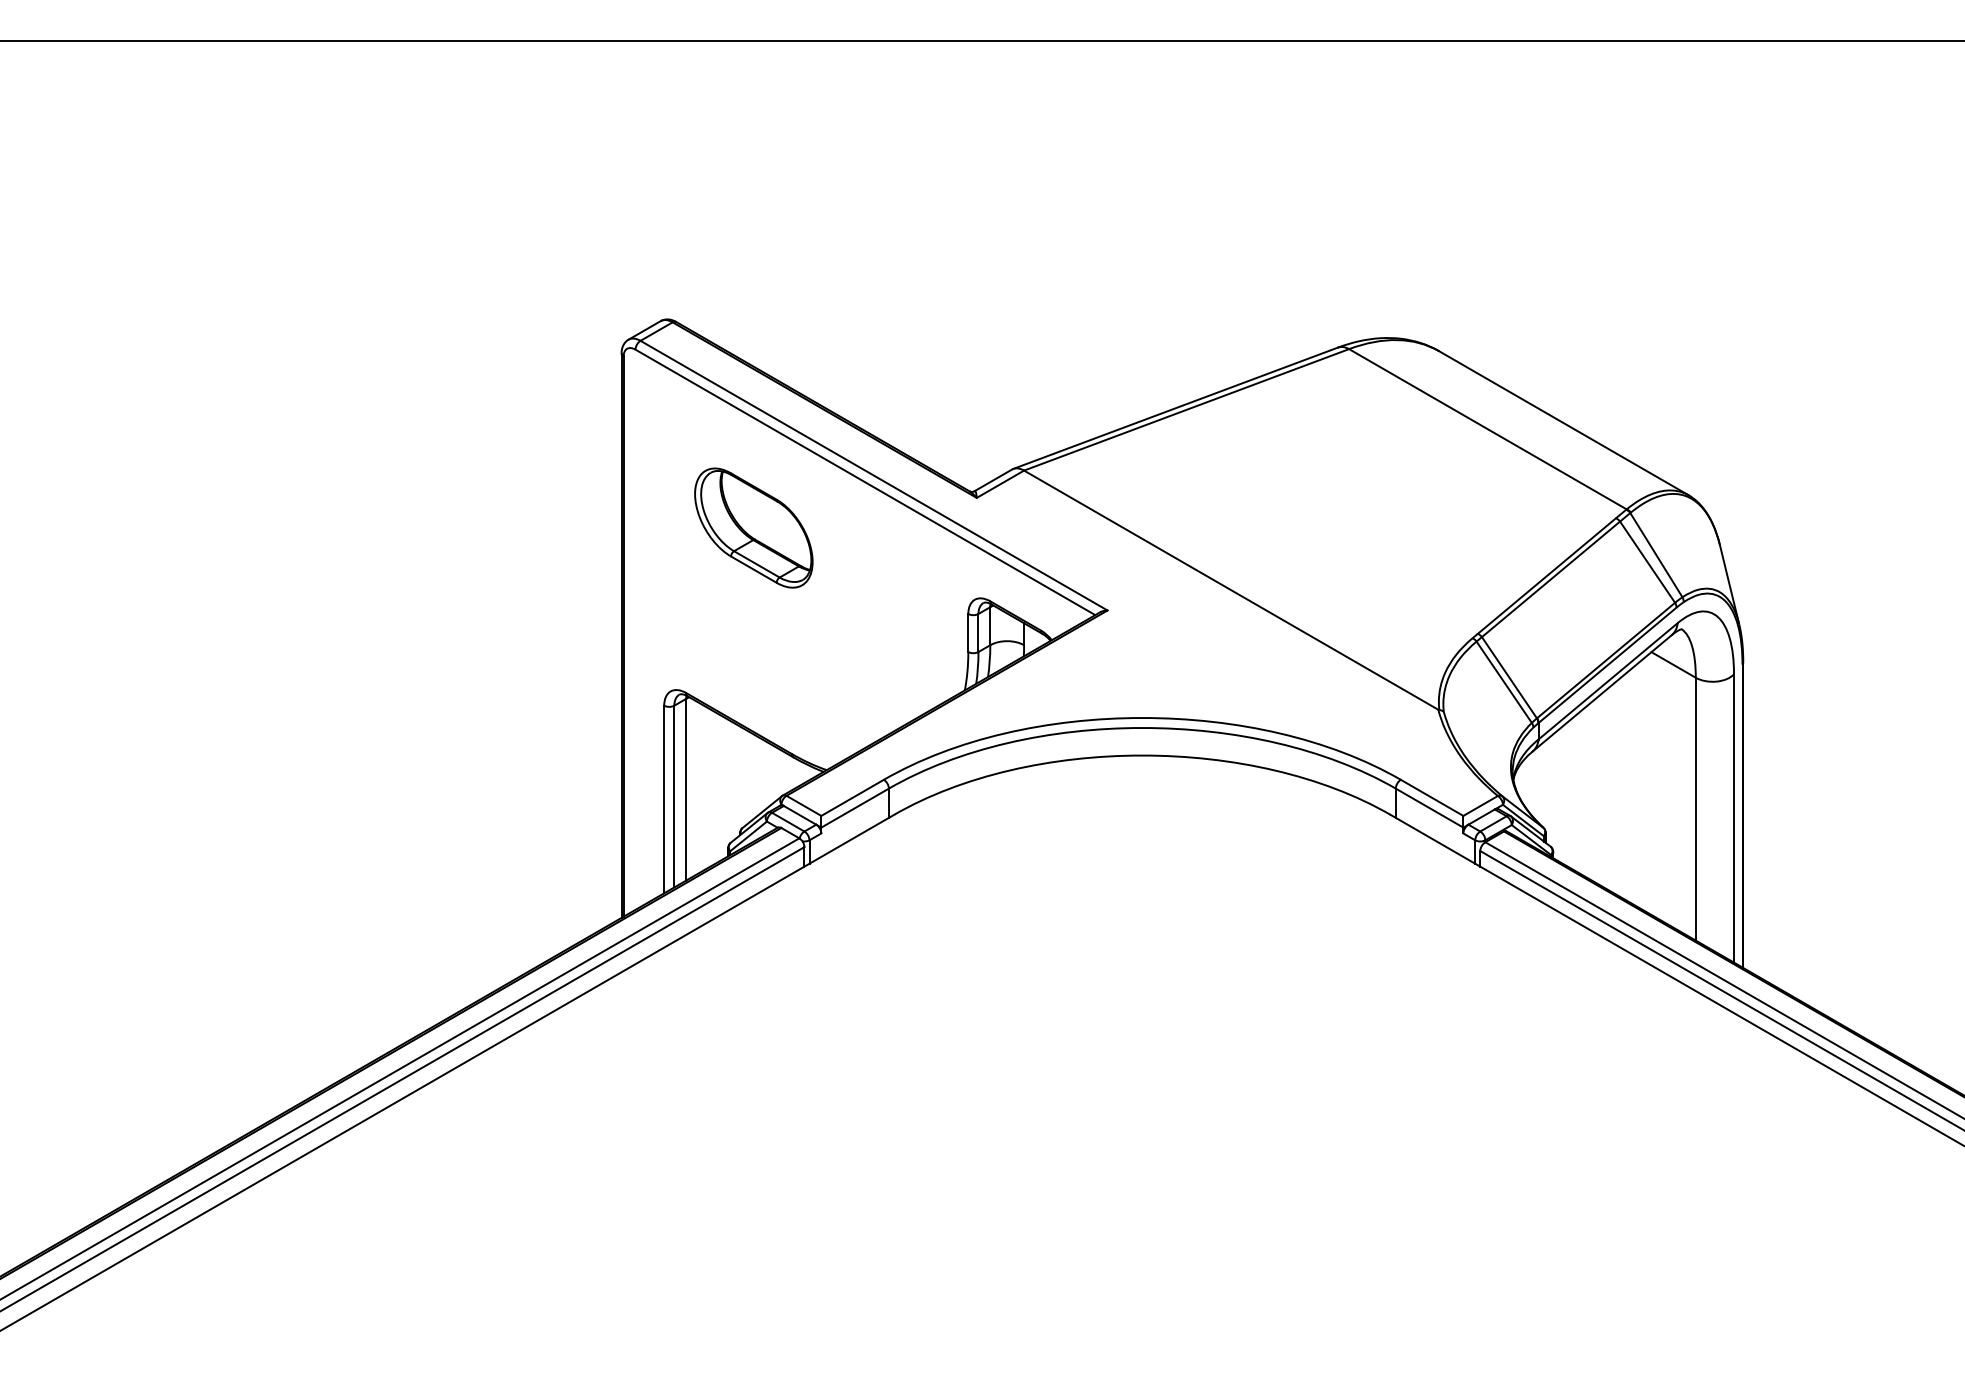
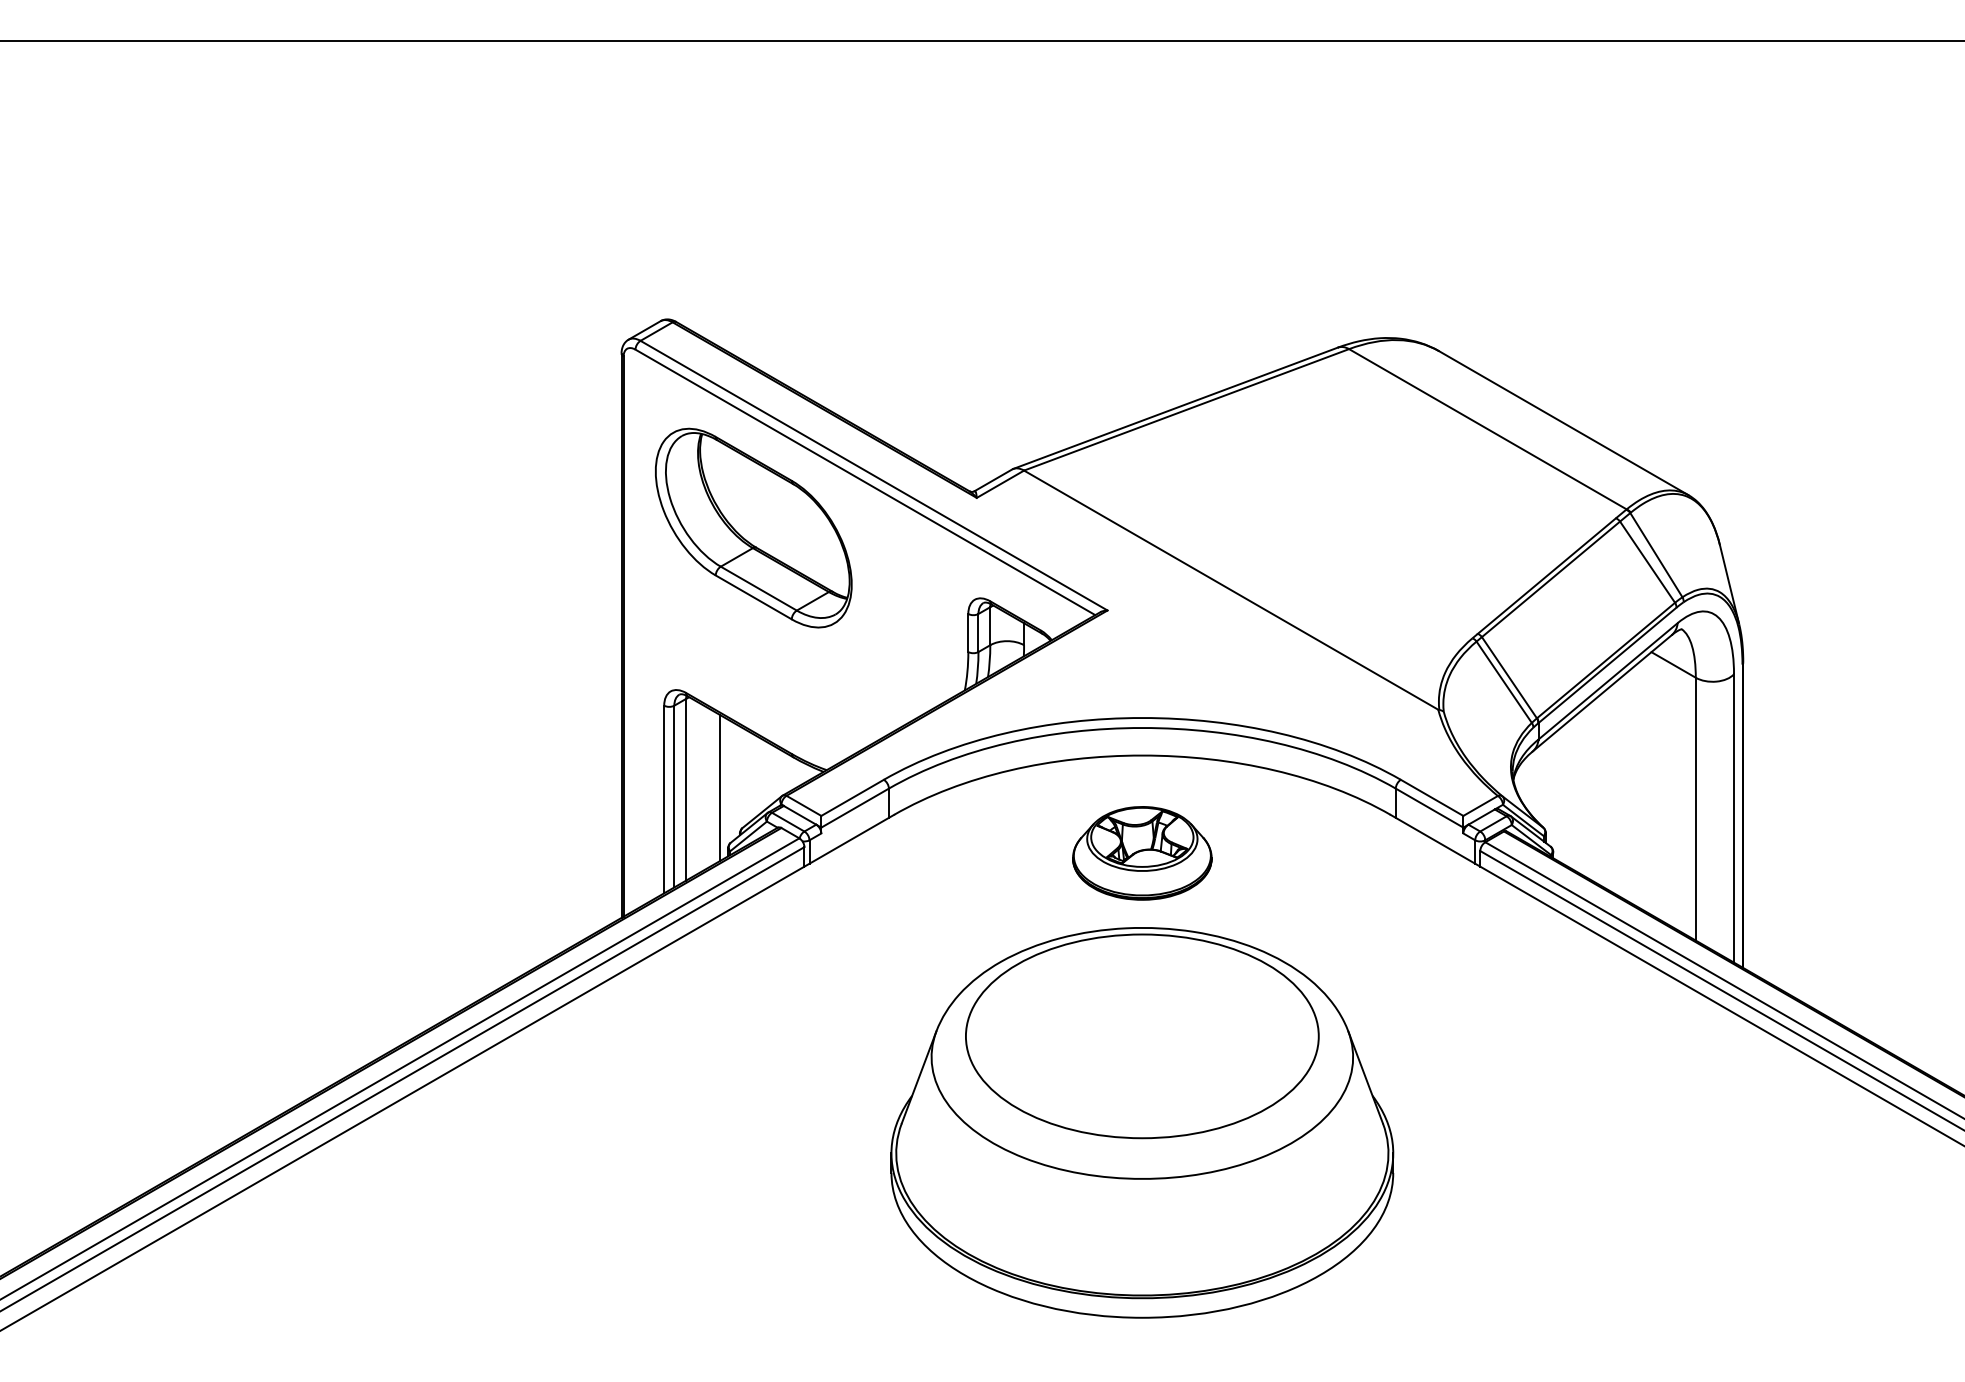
part at (753, 527) size: 120x122 px -> 198x202 px
line at (719, 787): none -> present
part at (1142, 853): none -> present
part at (1142, 1122): none -> present
